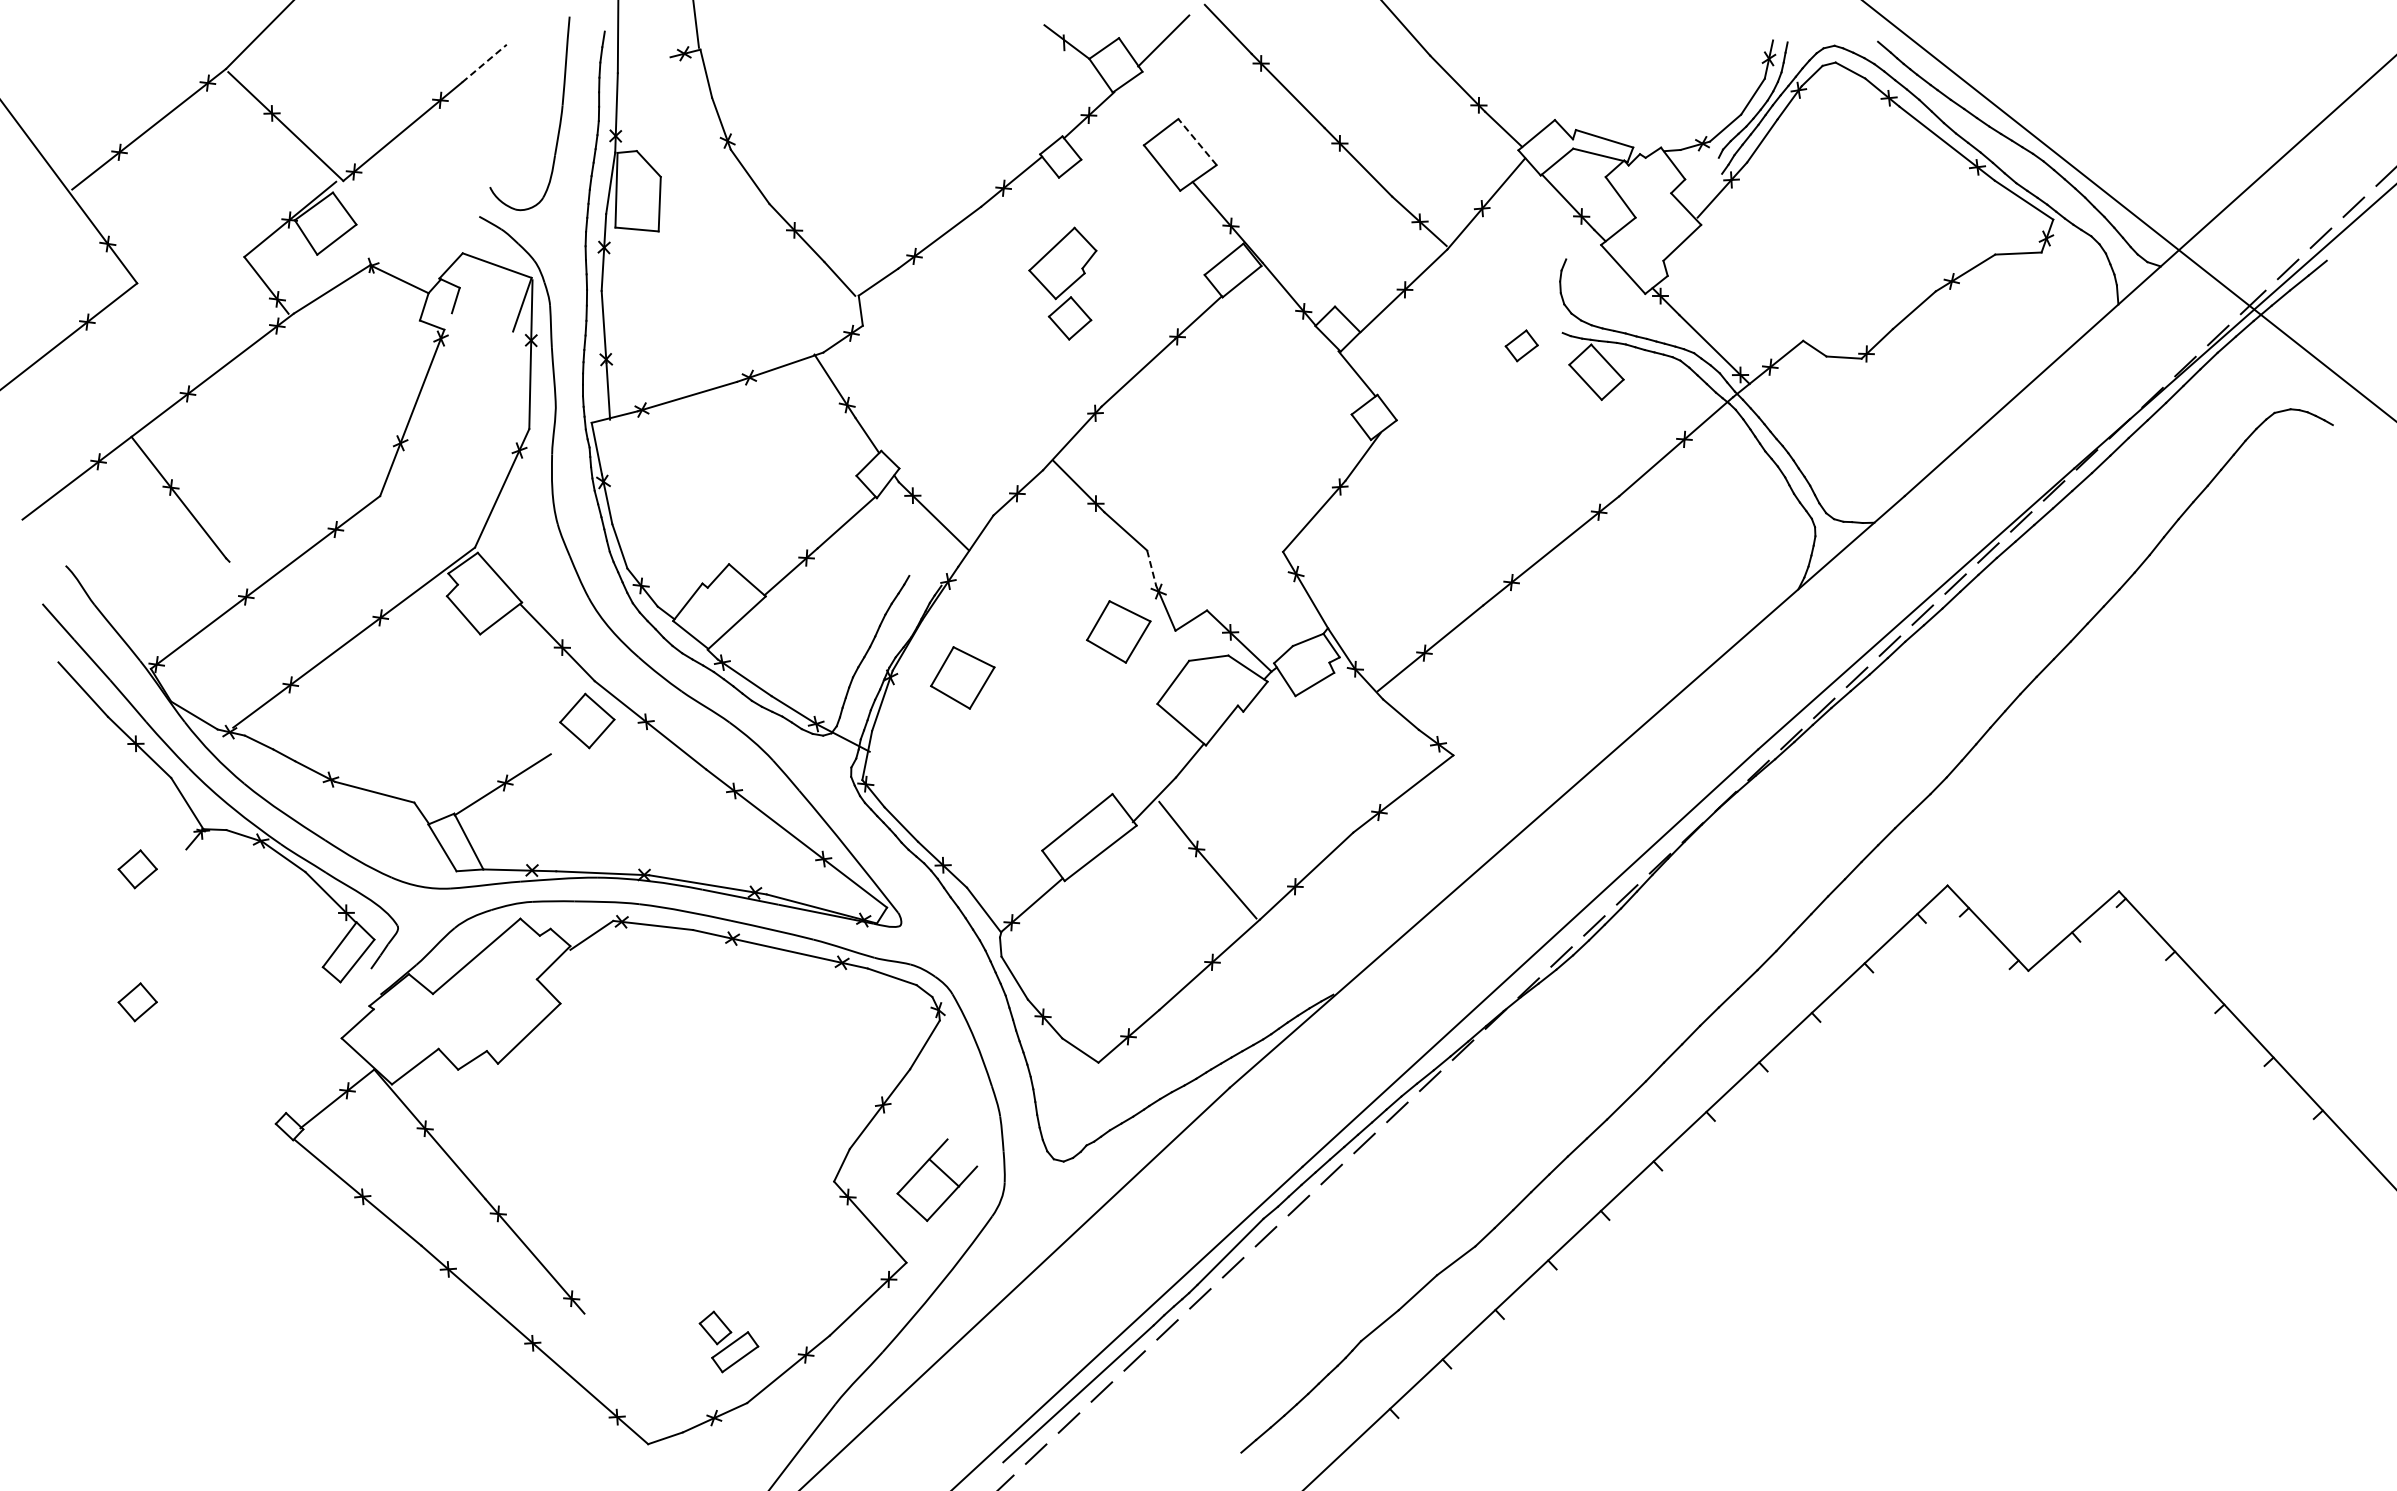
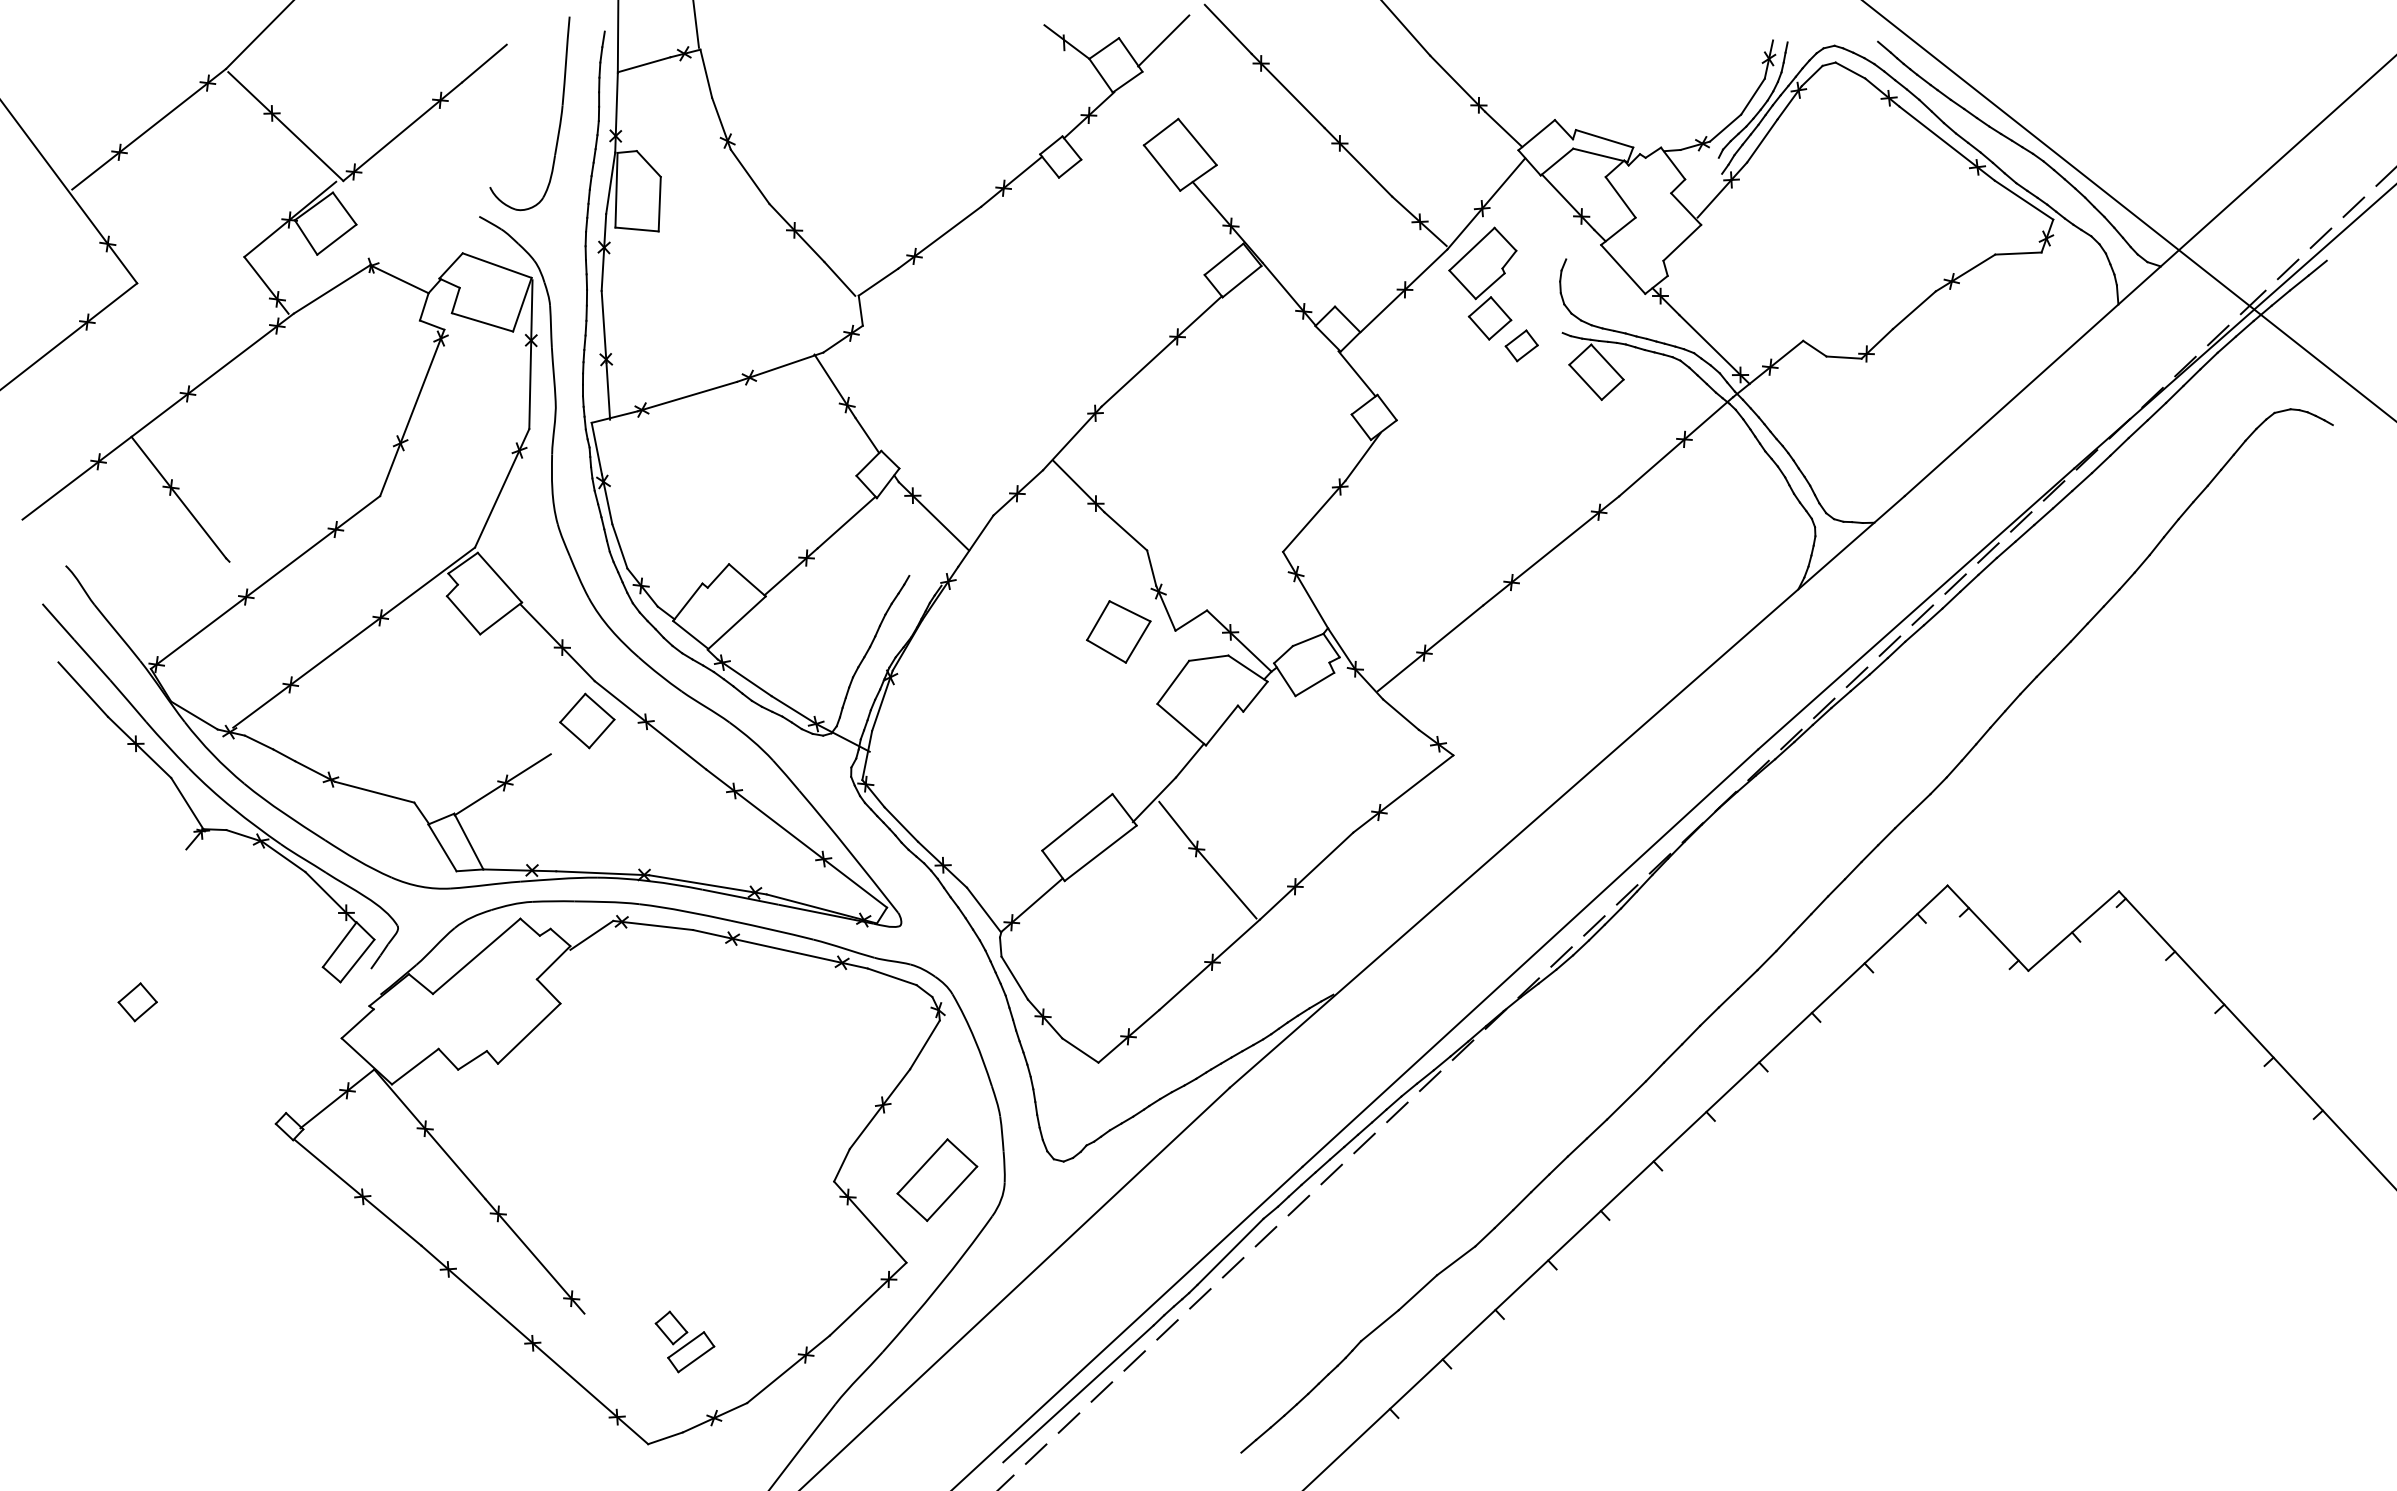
line at (484, 63): dashed -> solid
line at (644, 64): none -> present
line at (1197, 142): dashed -> solid
part at (1062, 283) position: (1062, 283) -> (1482, 283)
line at (482, 322): none -> present
line at (1151, 568): dashed -> solid
part at (962, 677): present -> none
part at (137, 869): present -> none
line at (944, 1172) position: (944, 1172) -> (962, 1152)
part at (728, 1341) position: (728, 1341) -> (684, 1341)
